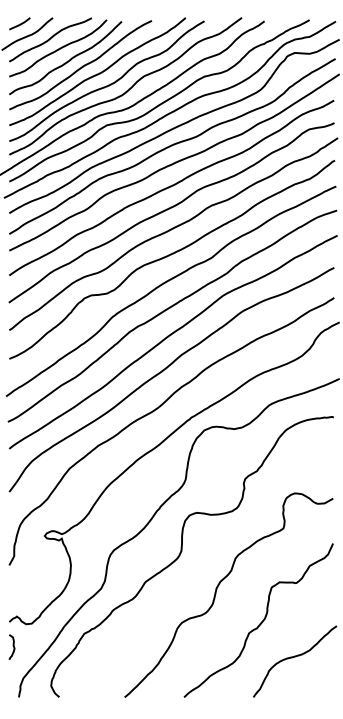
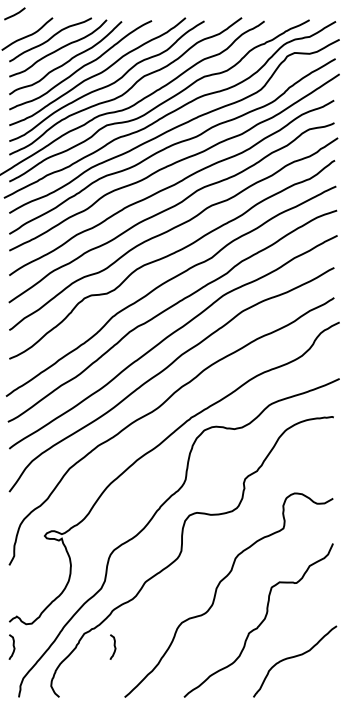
line at (20, 23) position: (20, 23) -> (15, 13)
curve at (113, 645): none -> present
